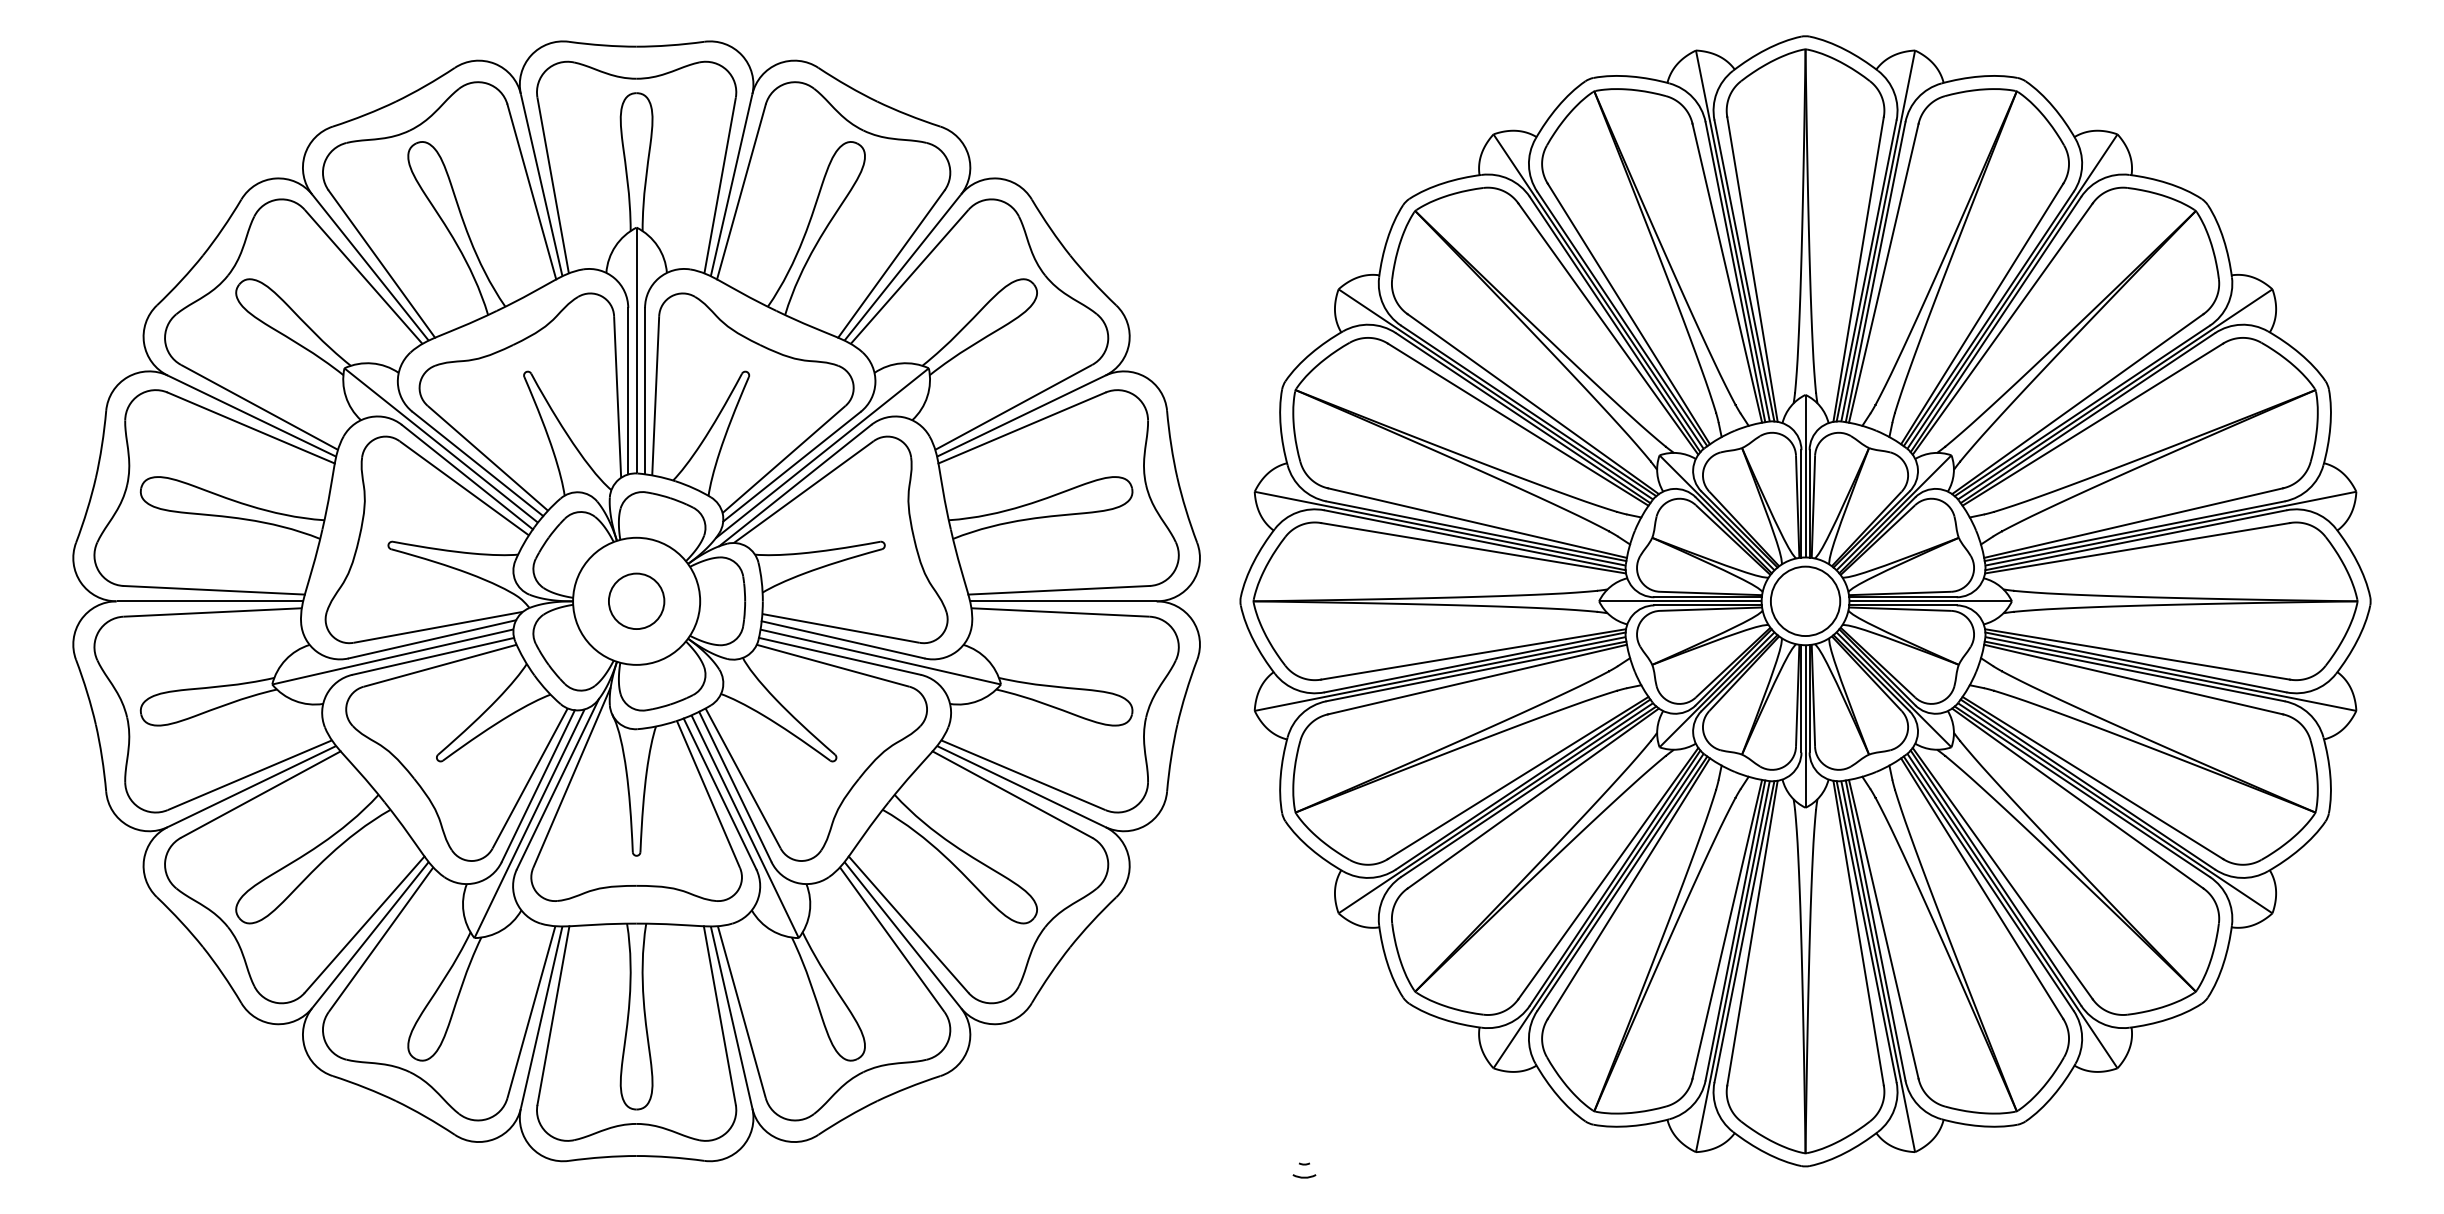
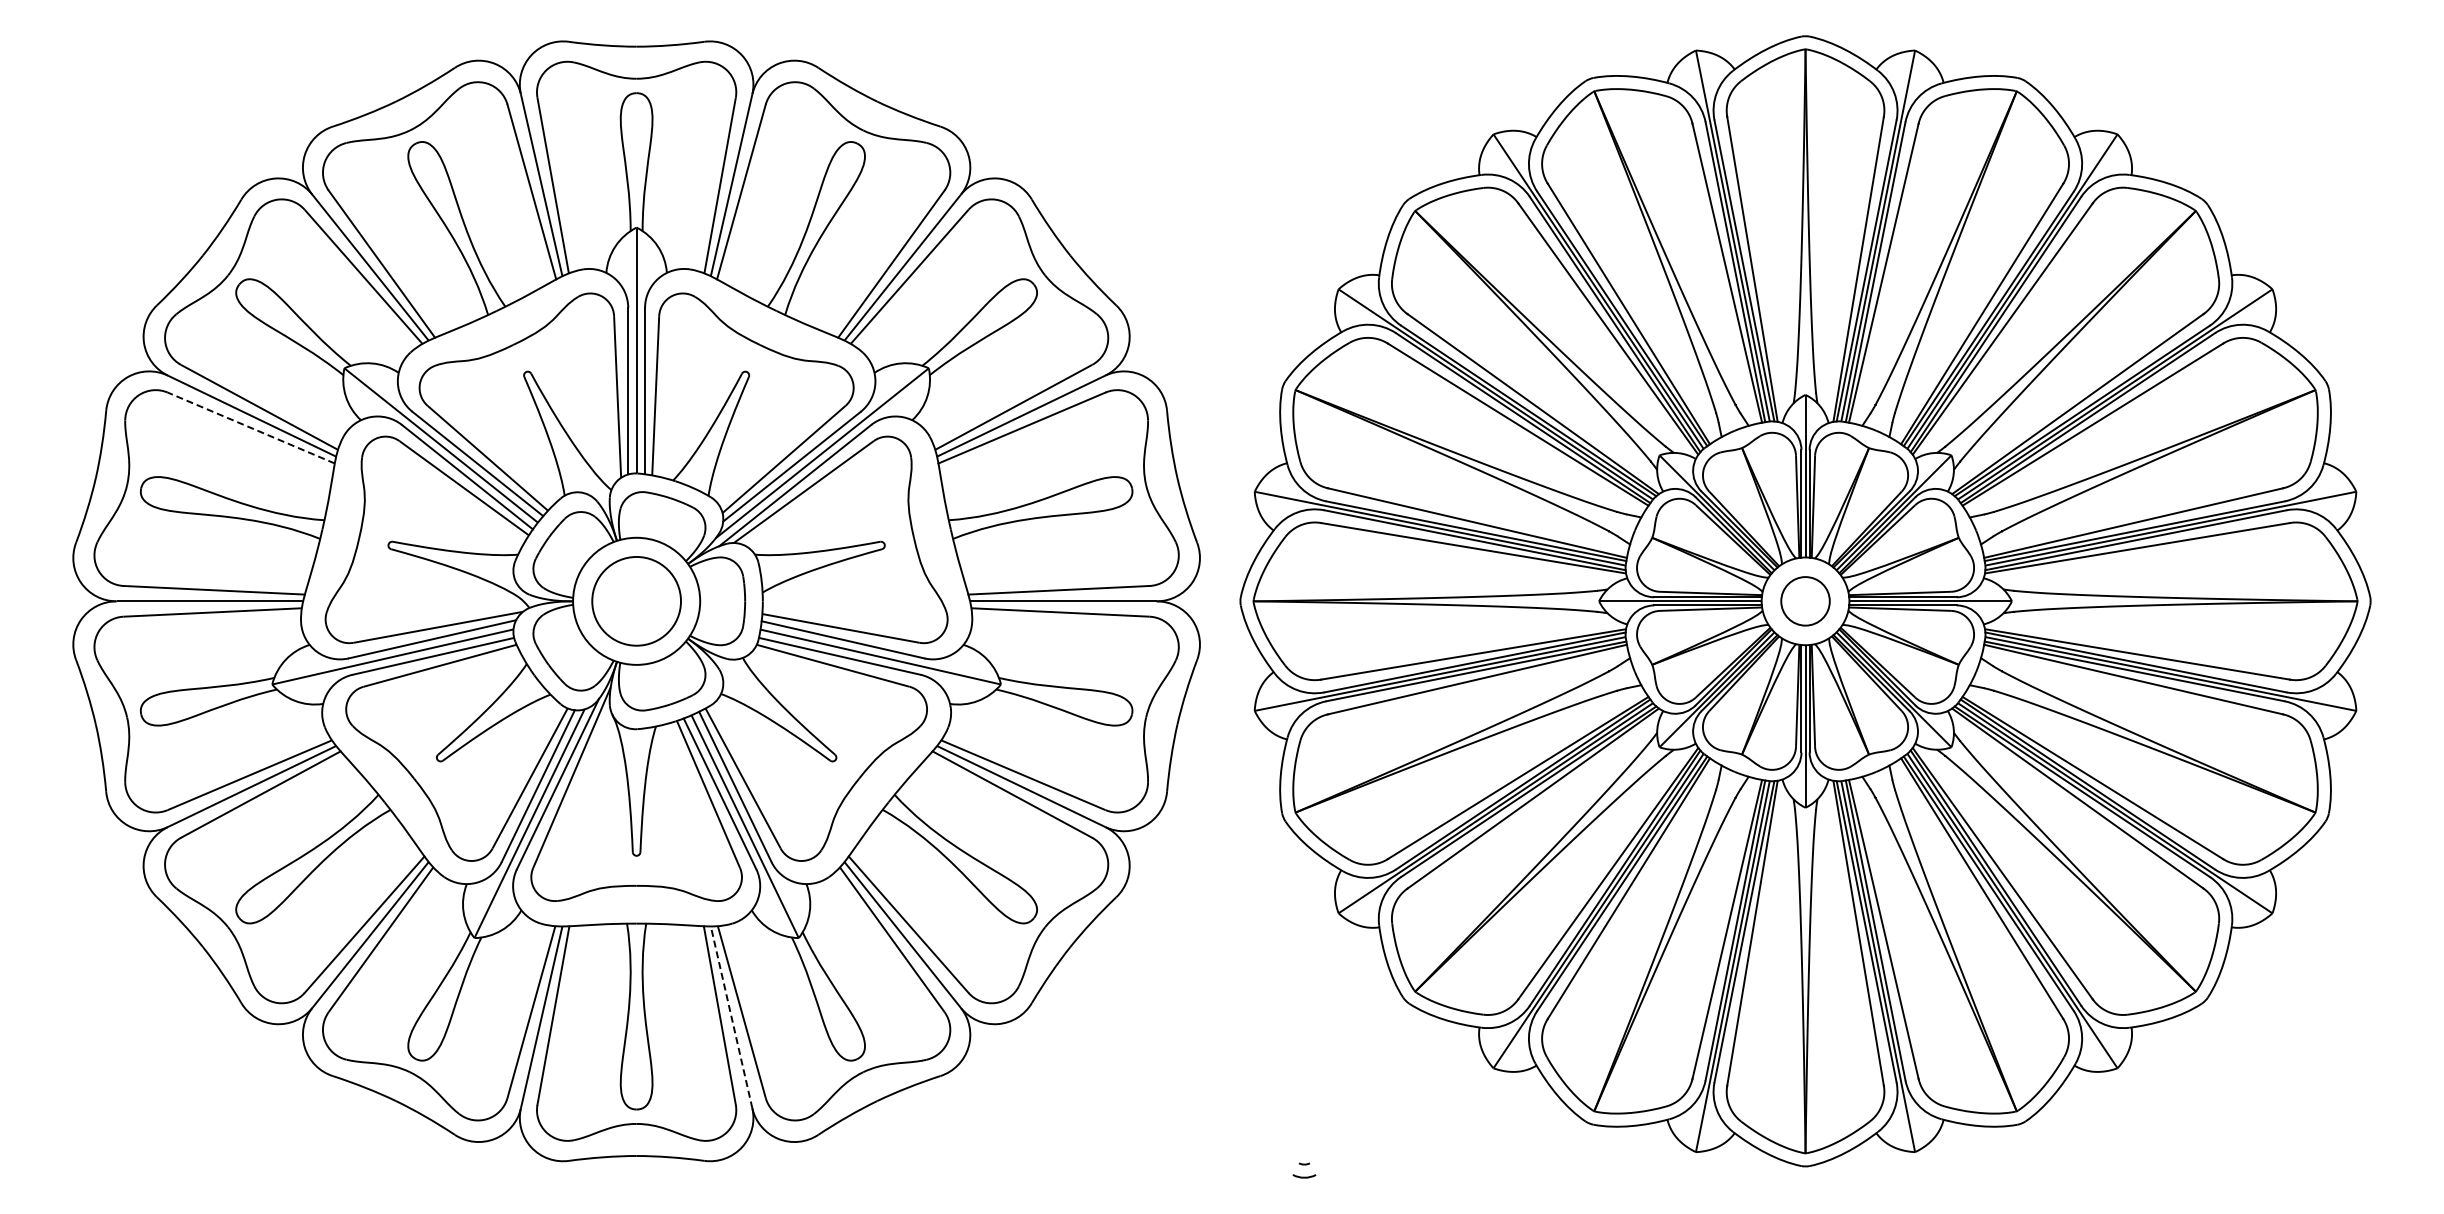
line at (251, 428): solid -> dashed
circle at (636, 601) diameter: 55 px -> 89 px
circle at (1805, 601) diameter: 69 px -> 49 px
line at (731, 1016): solid -> dashed
